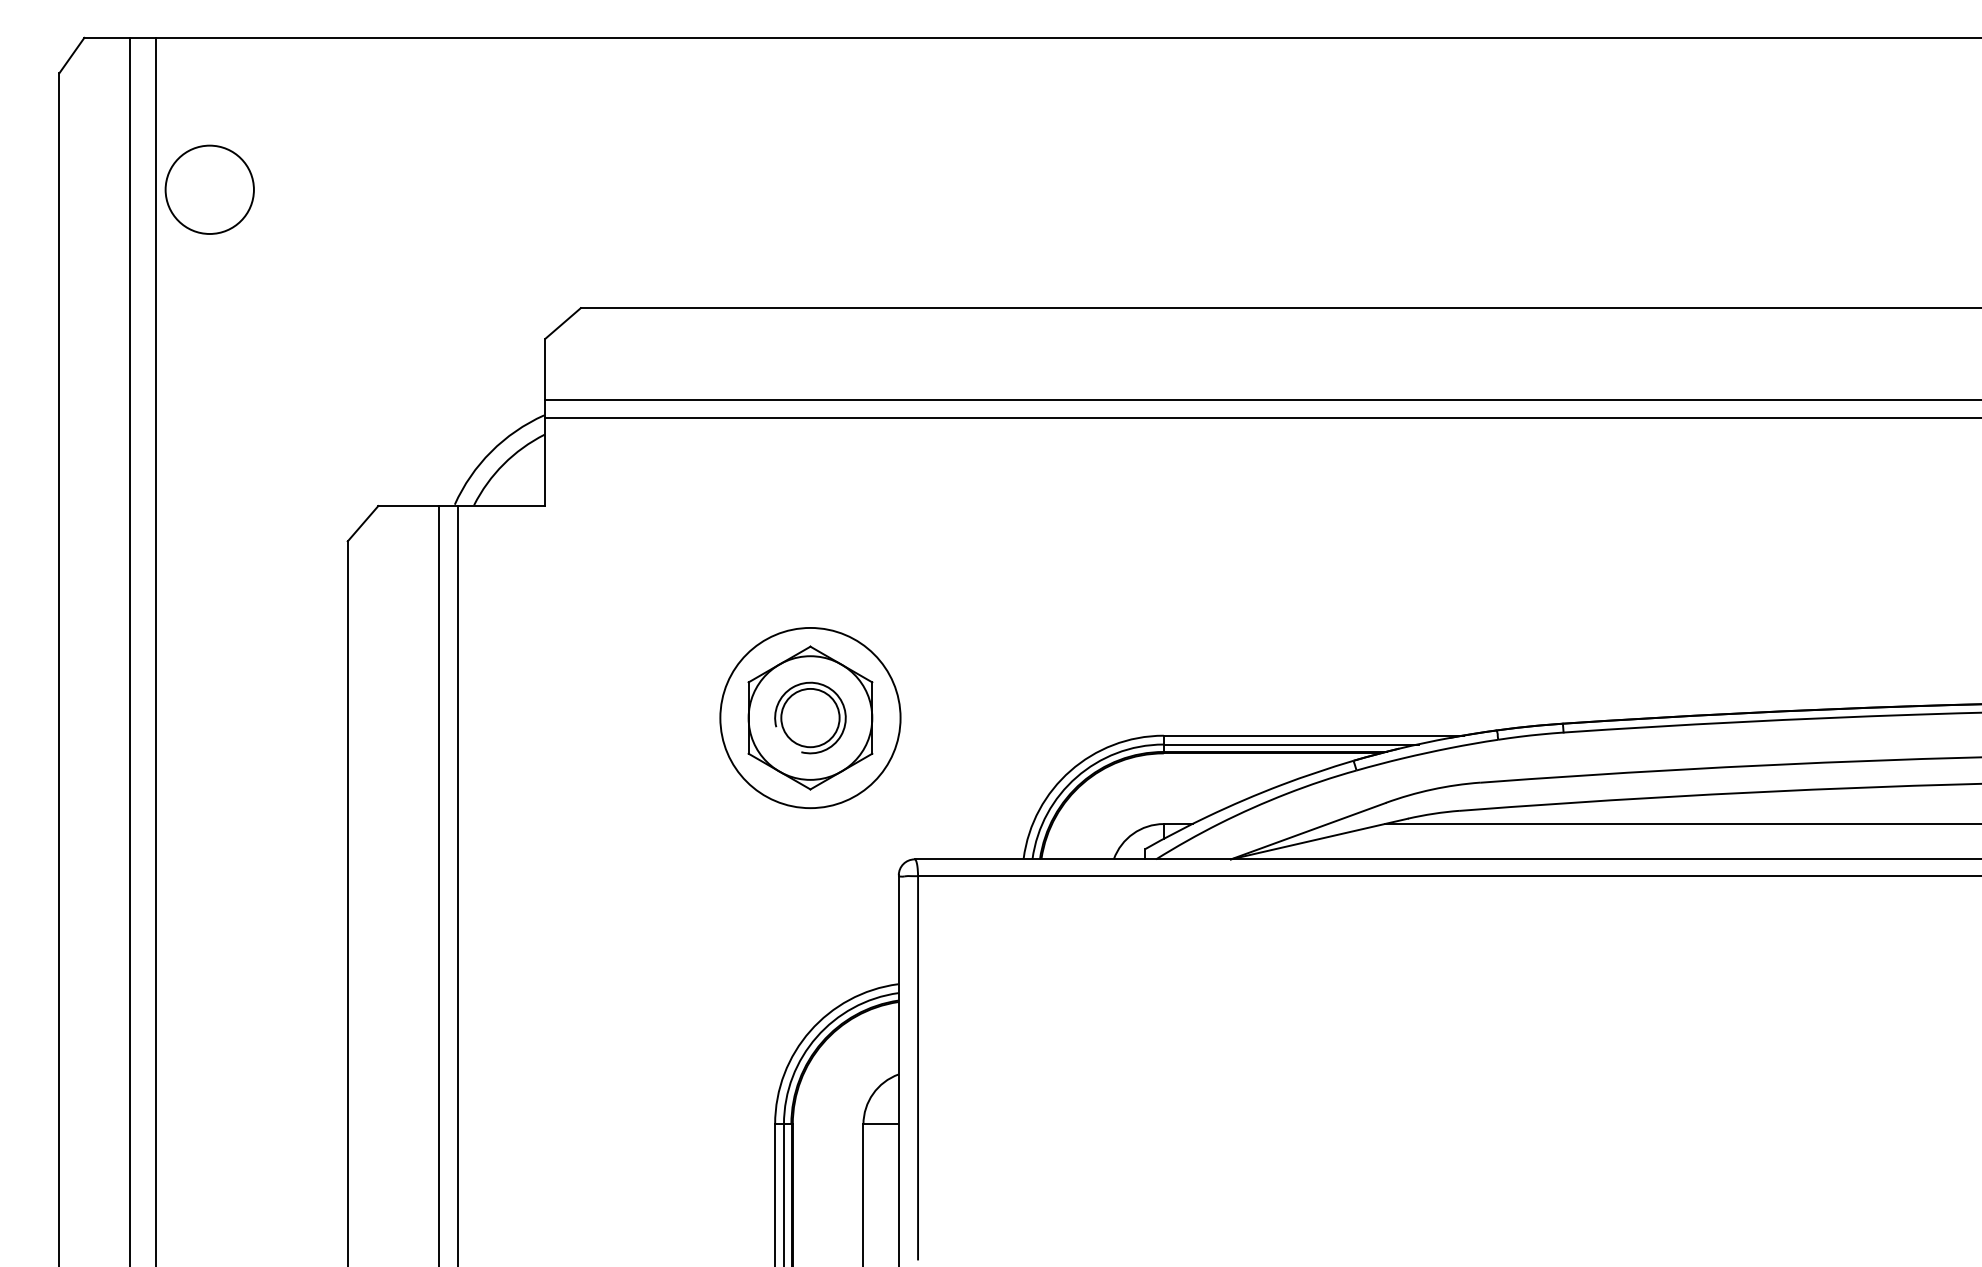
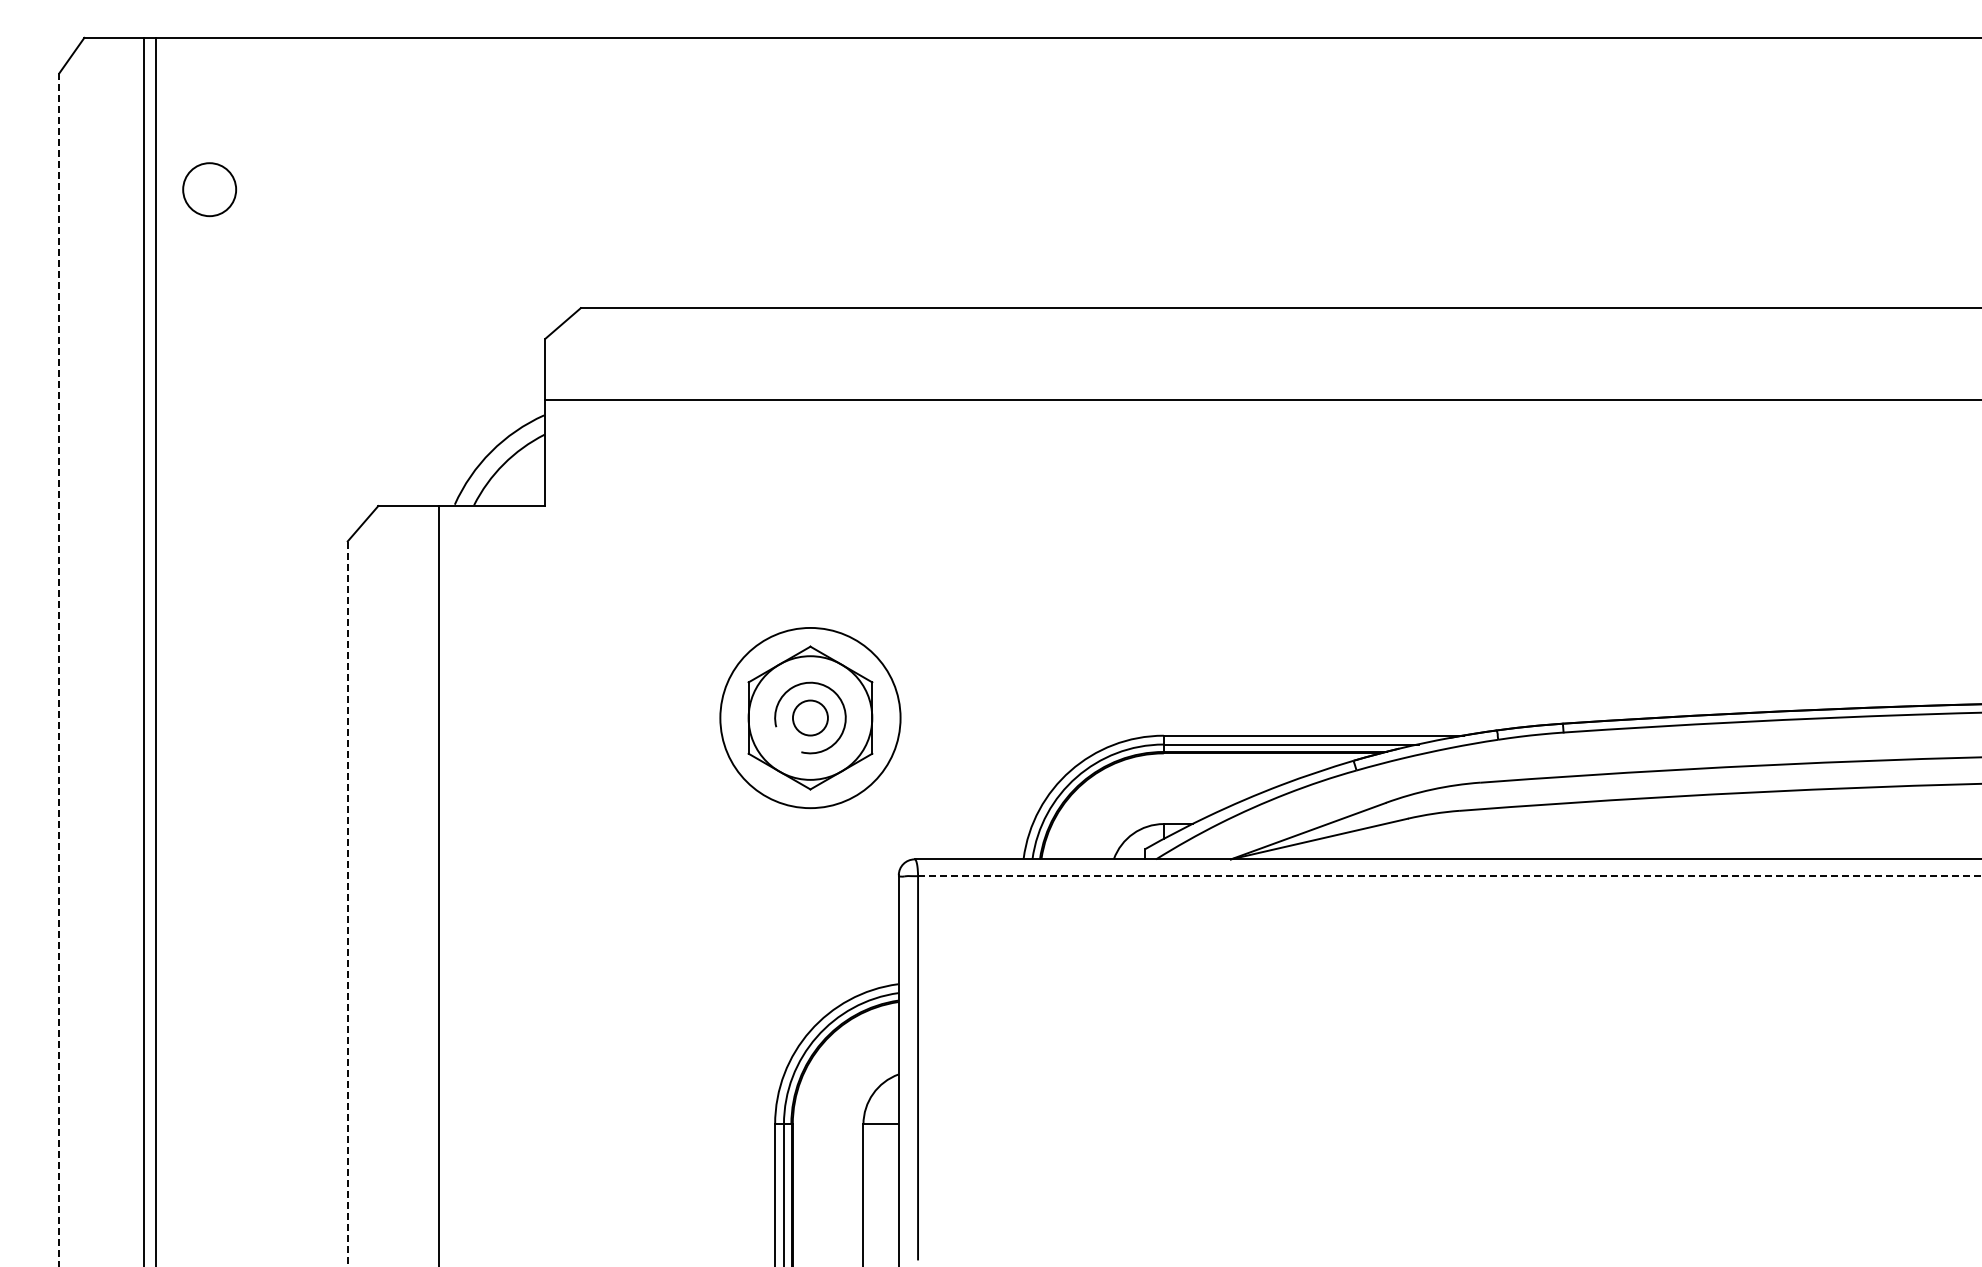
circle at (209, 189) size: 91x91 px -> 56x56 px
line at (1261, 418): present -> none
line at (129, 650) position: (129, 650) -> (143, 650)
line at (59, 669): solid -> dashed
circle at (810, 717) diameter: 58 px -> 35 px
line at (1681, 824): present -> none
line at (1450, 876): solid -> dashed
line at (457, 884): present -> none
line at (347, 903): solid -> dashed
